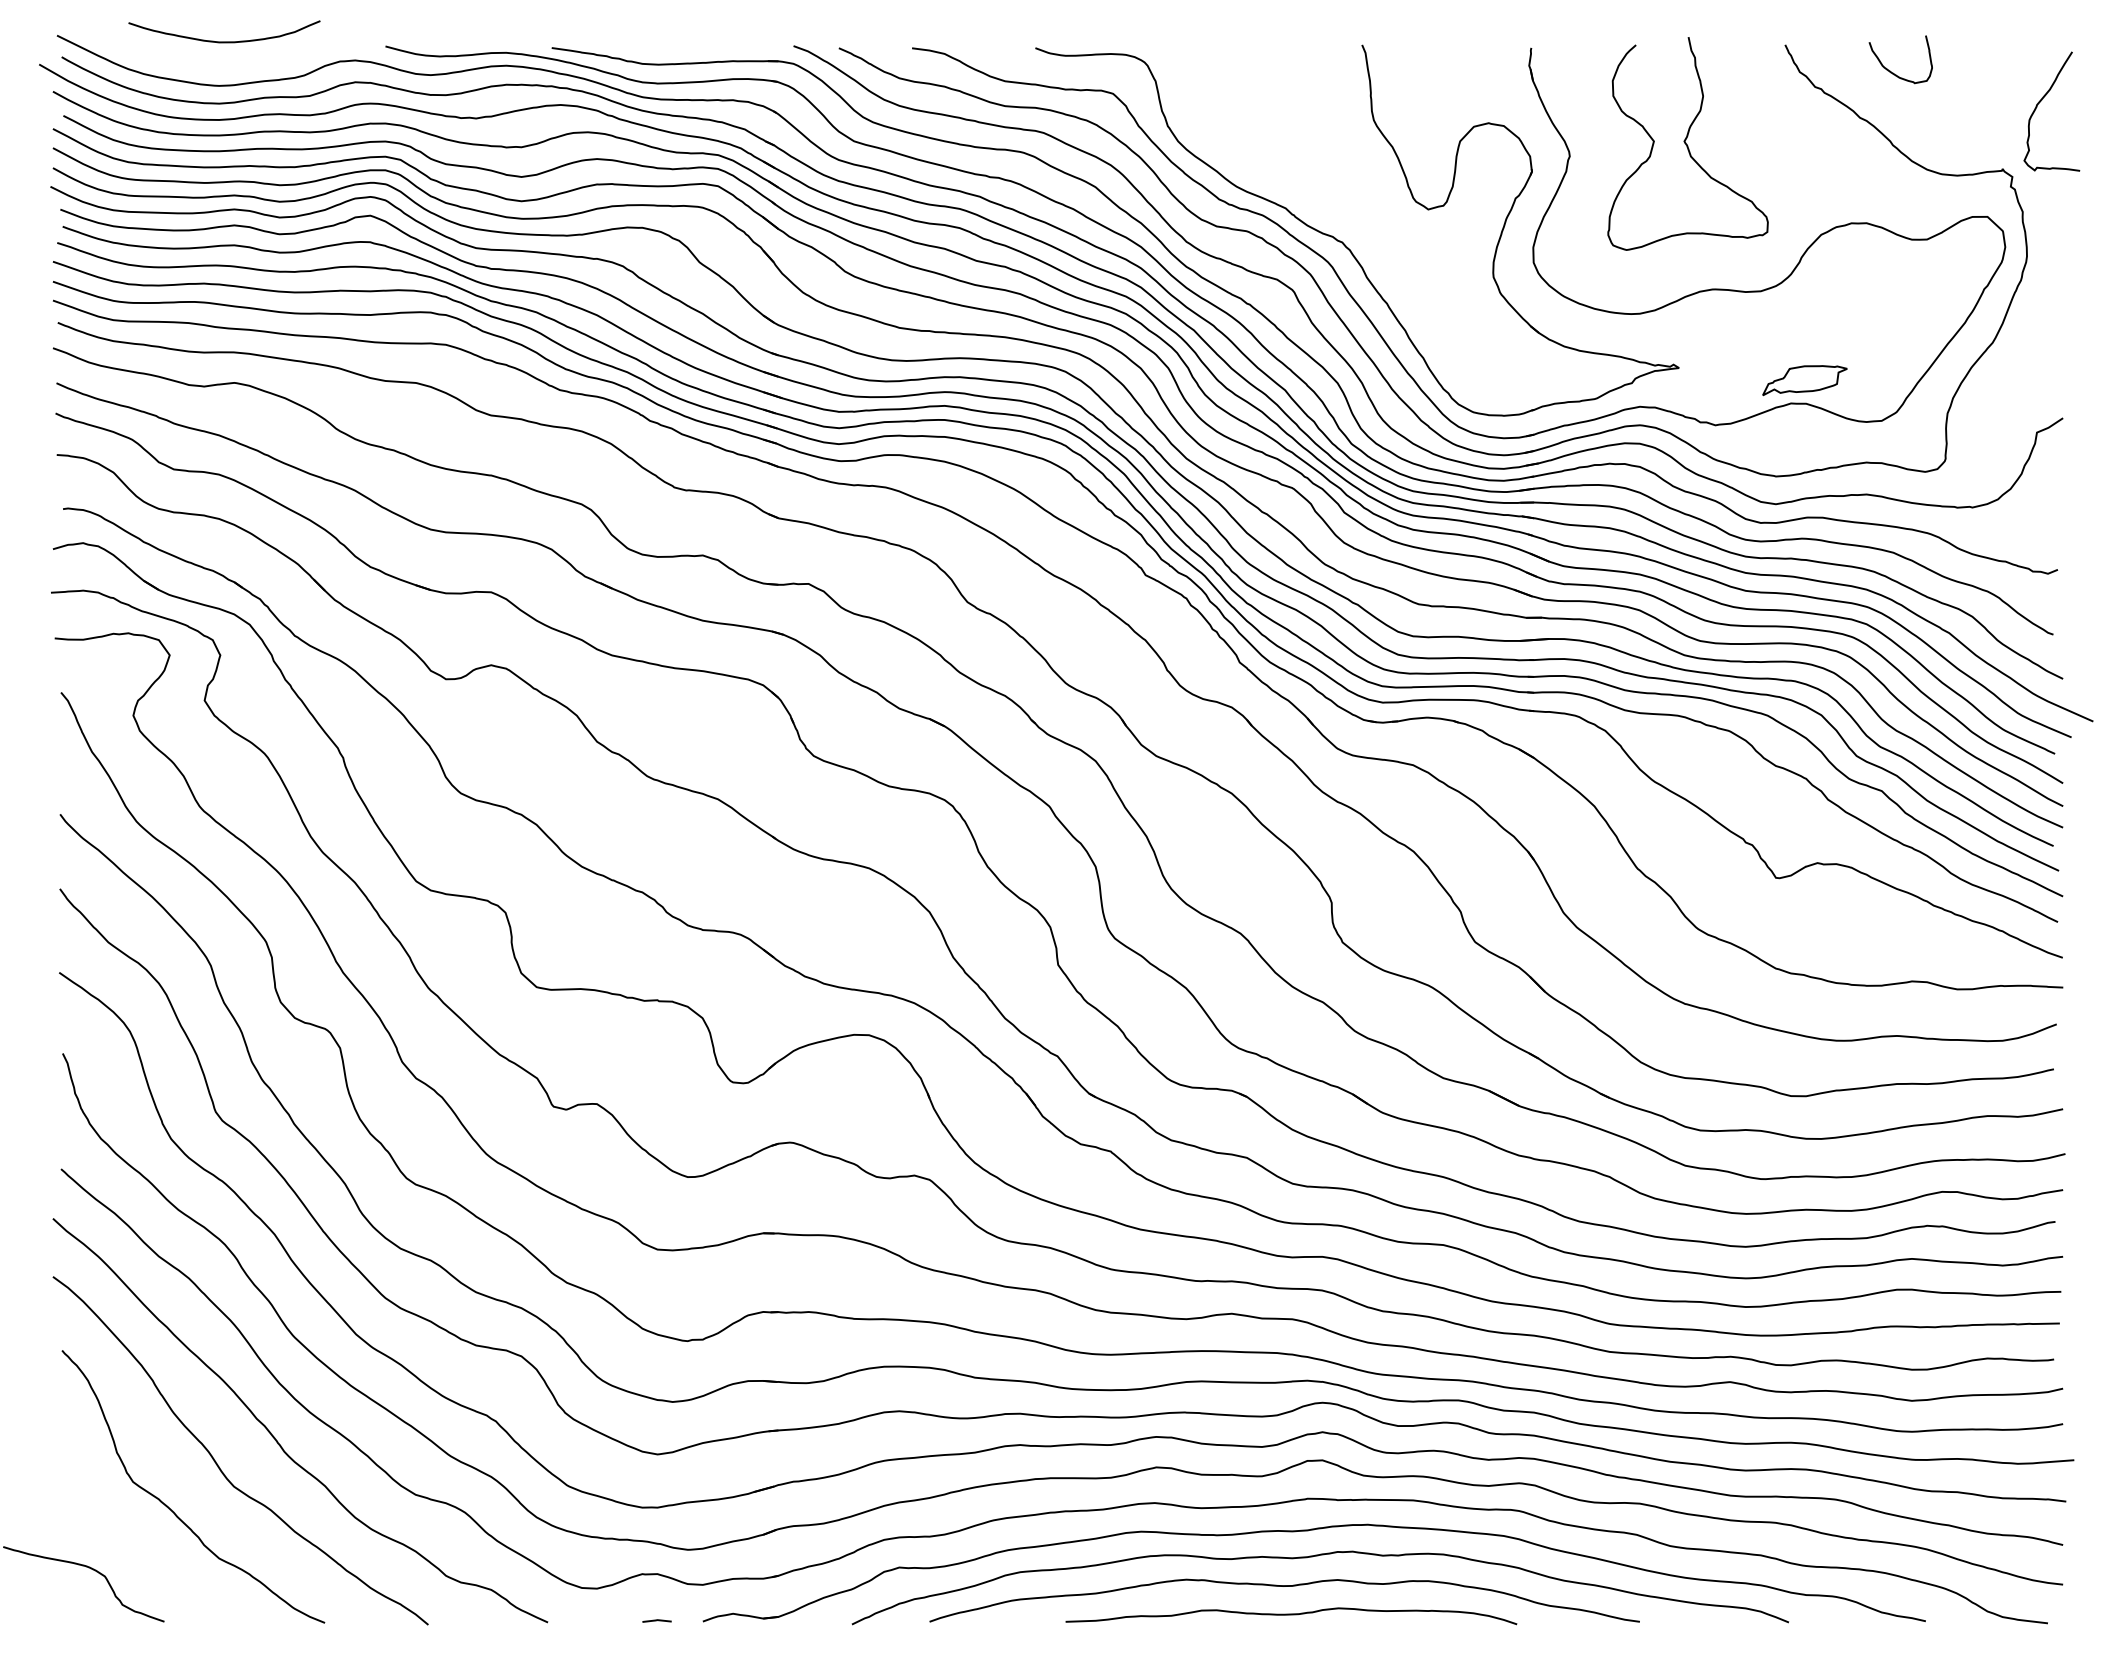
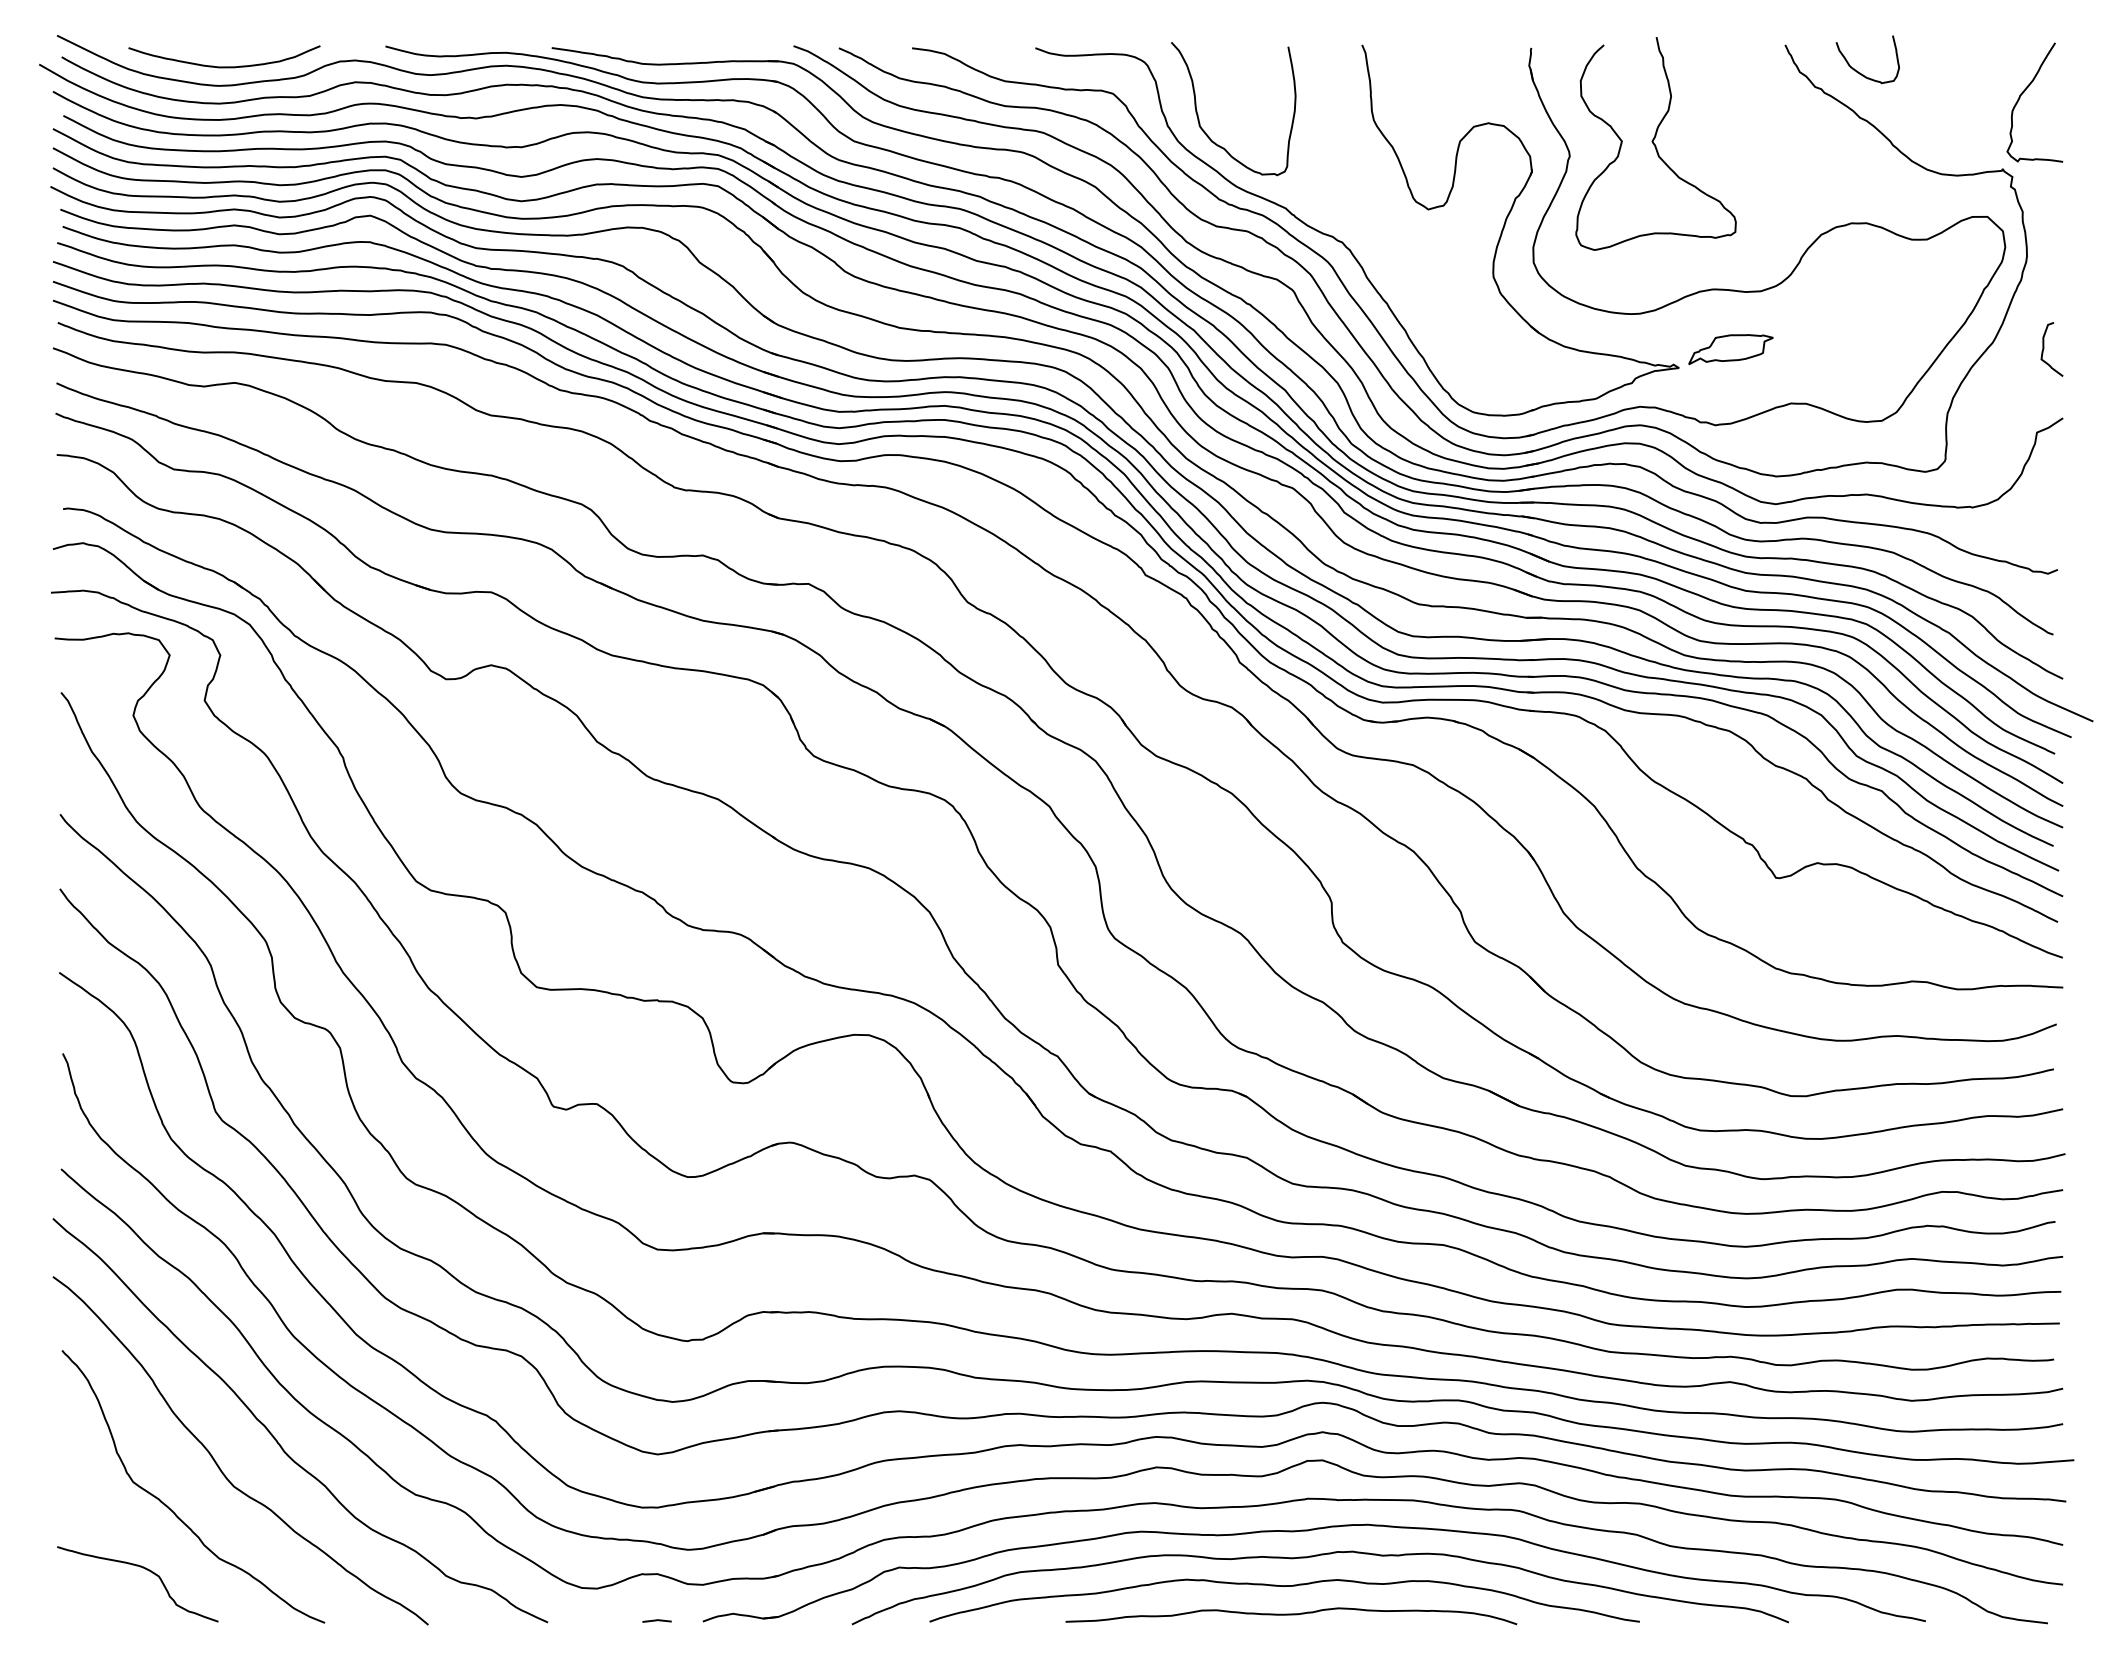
curve at (224, 41) position: (224, 41) -> (224, 66)
curve at (1893, 72) position: (1893, 72) -> (1860, 72)
curve at (2041, 101) position: (2041, 101) -> (2024, 92)
curve at (1199, 118): none -> present
curve at (1686, 143) position: (1686, 143) -> (1654, 143)
curve at (2044, 349): none -> present
part at (1804, 380) position: (1804, 380) -> (1730, 349)
curve at (88, 1568) position: (88, 1568) -> (142, 1568)
